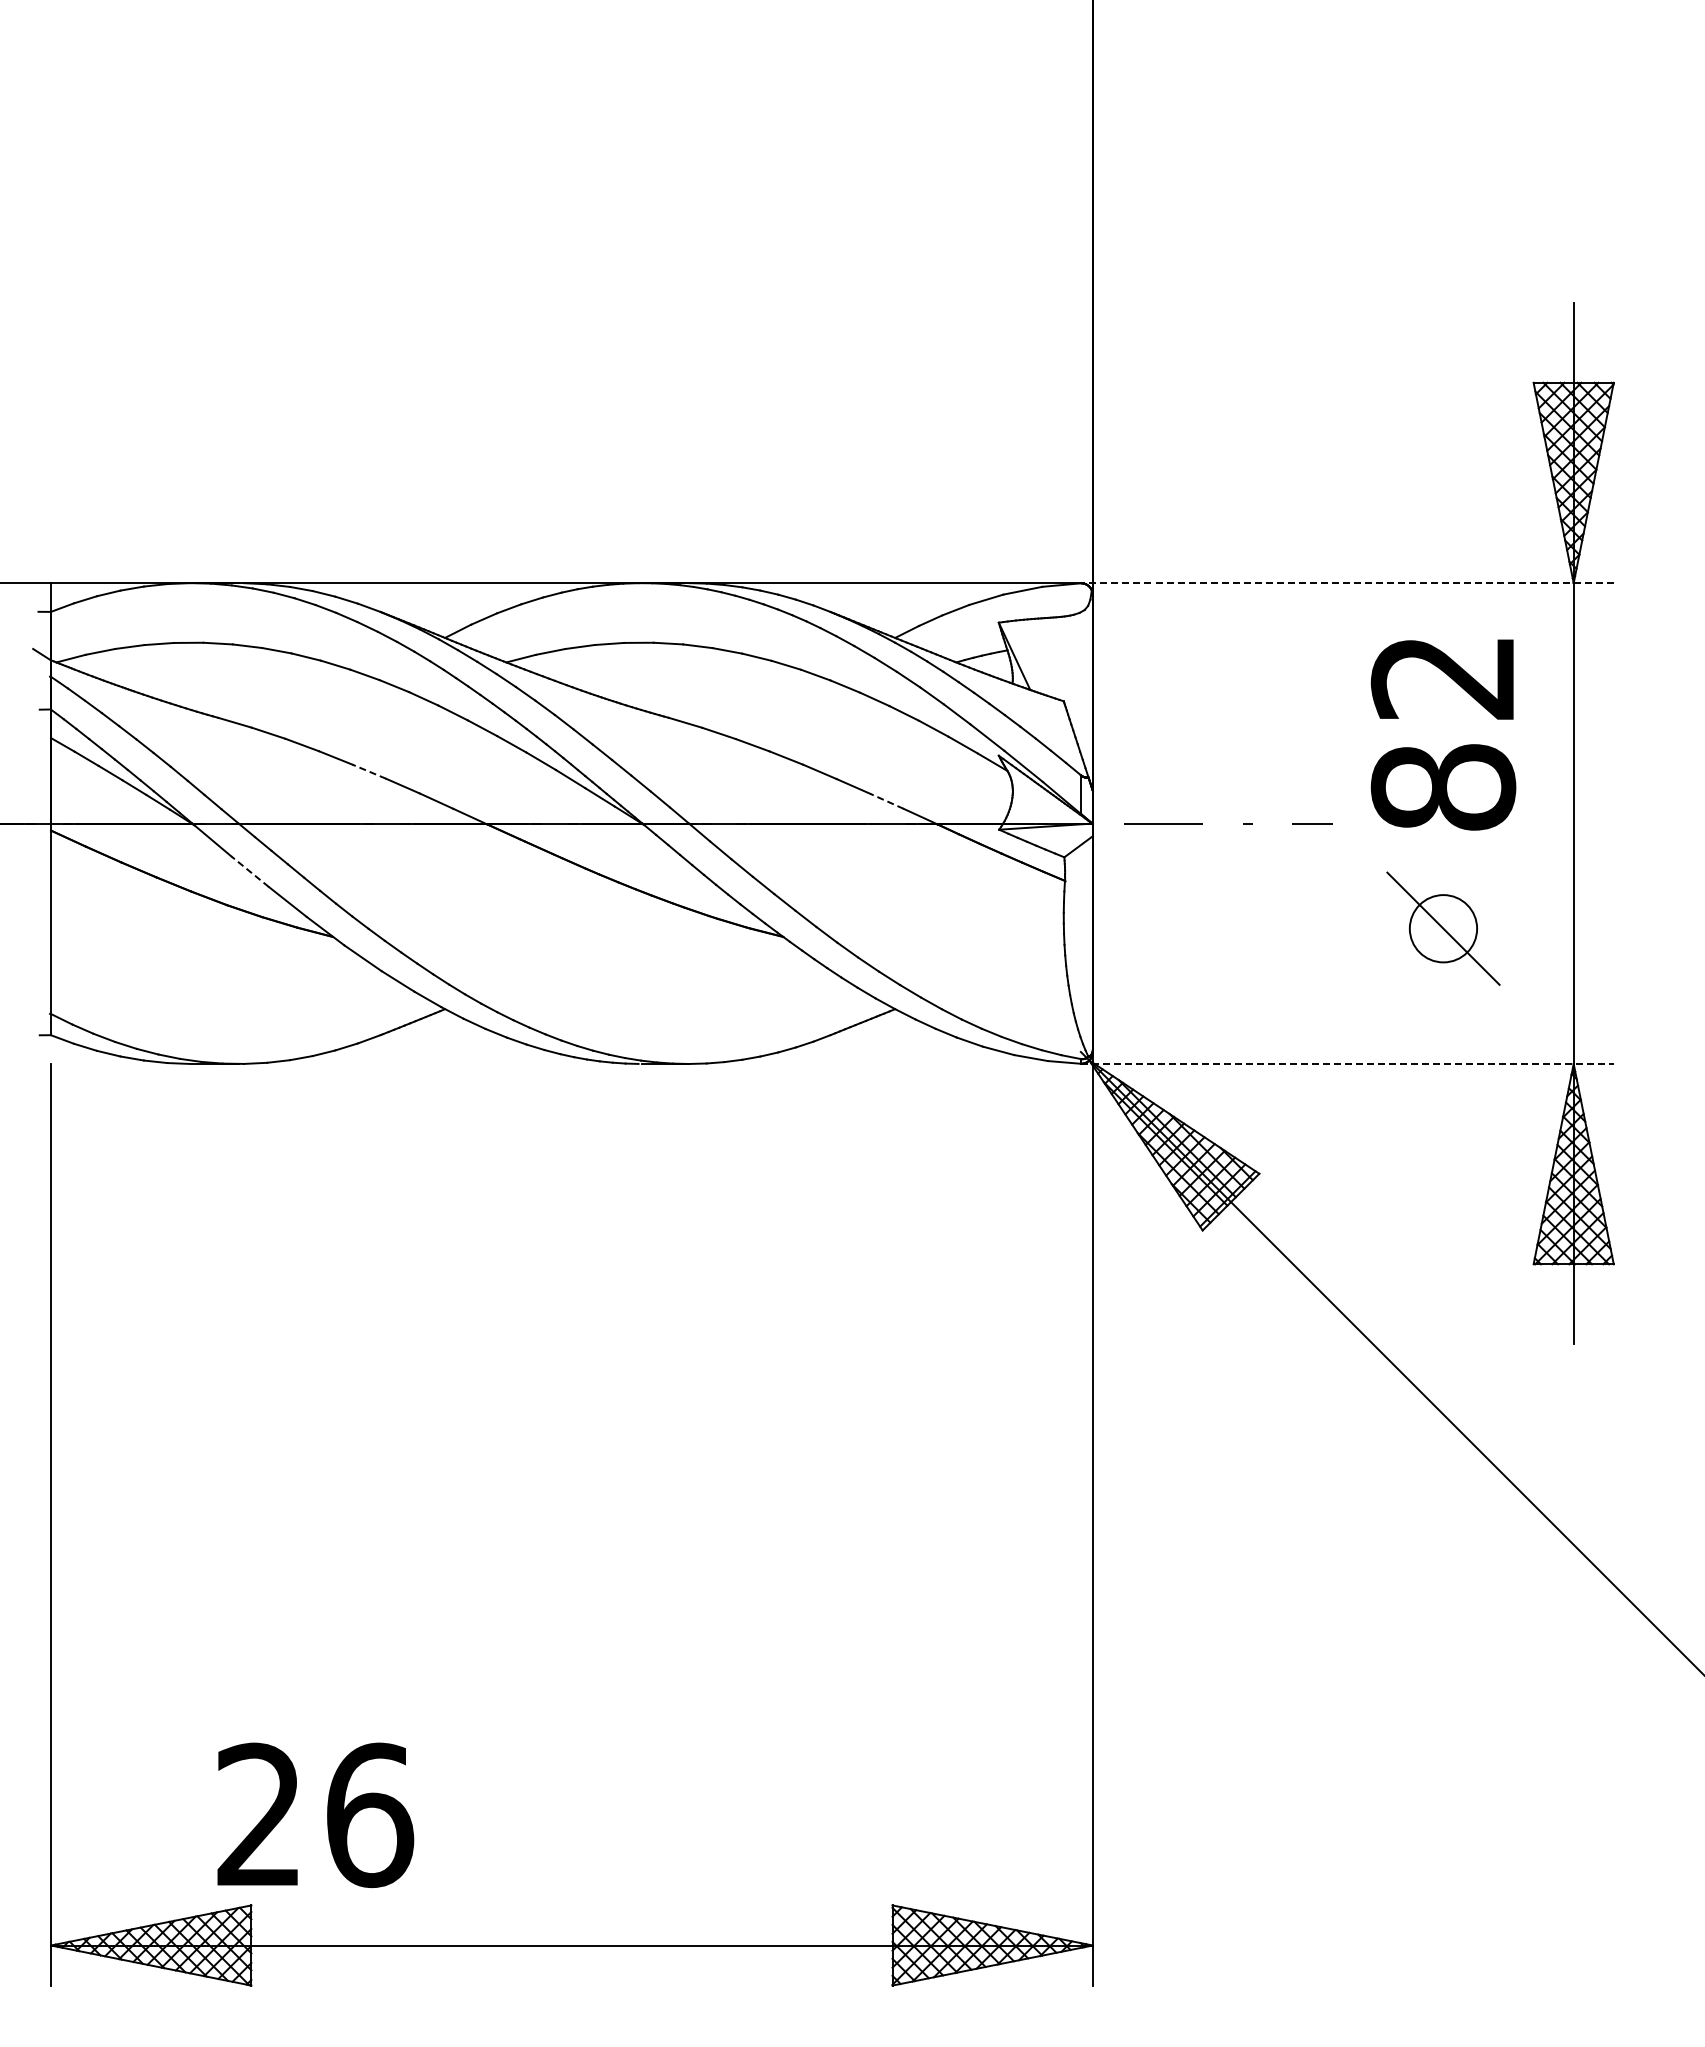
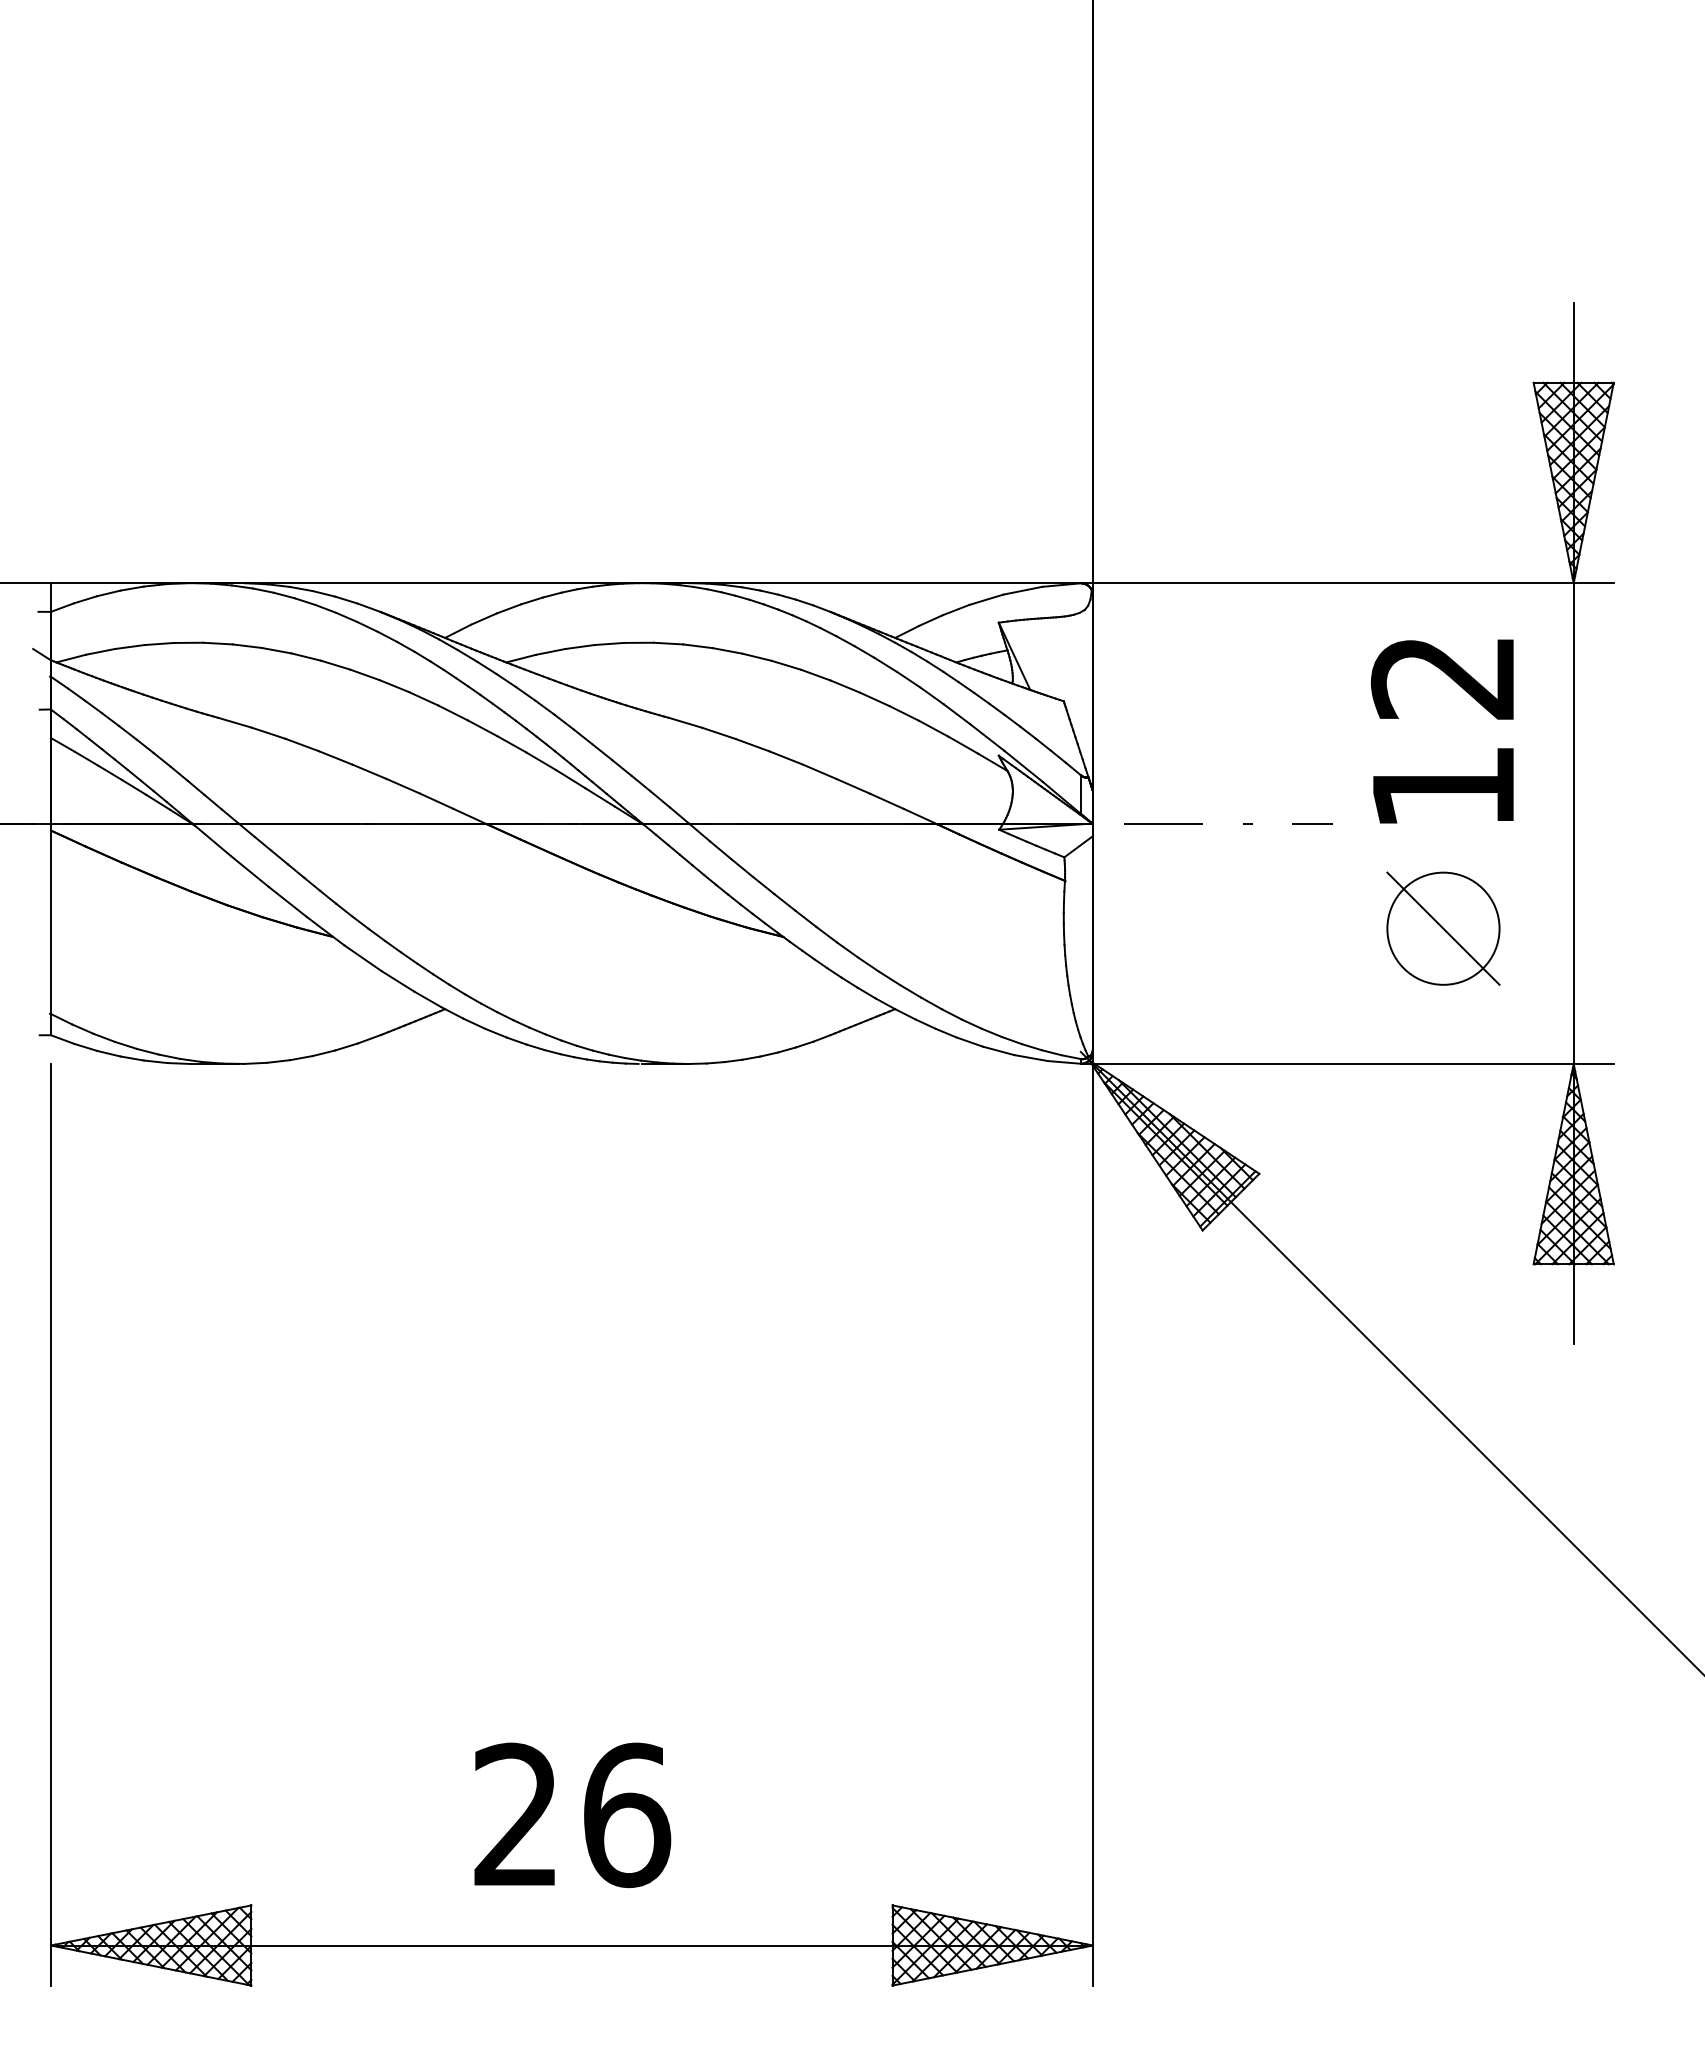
line at (1346, 583): dashed -> solid
line at (368, 771): dashed -> solid
text at (1443, 787): 82 -> 12
line at (886, 801): dashed -> solid
line at (249, 871): dashed -> solid
circle at (1443, 928) diameter: 67 px -> 112 px
line at (1347, 1063): dashed -> solid
text at (315, 1815) position: (315, 1815) -> (572, 1815)
